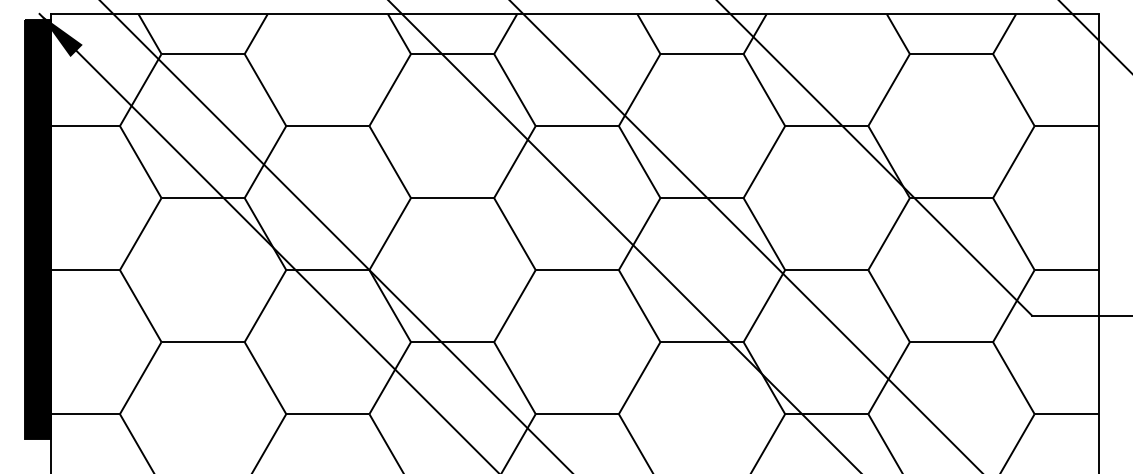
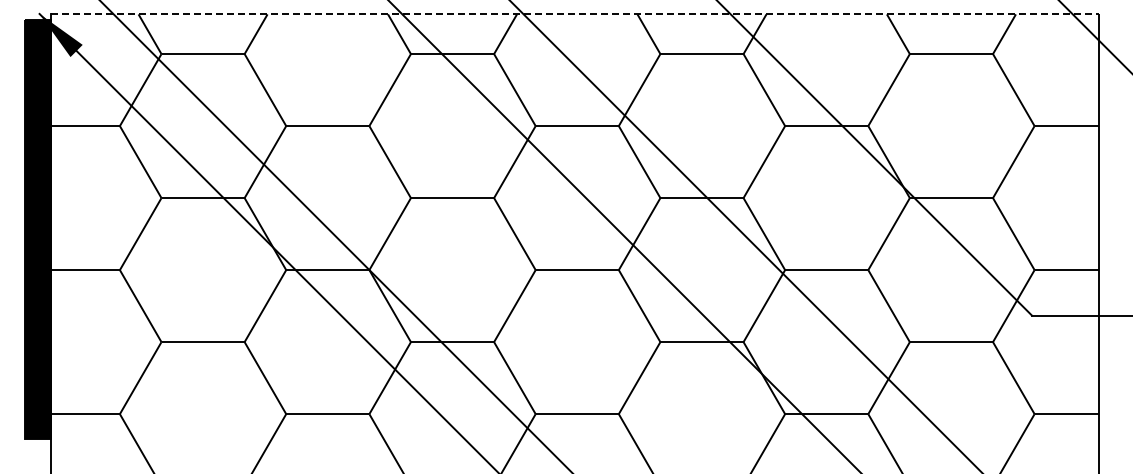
line at (575, 14): solid -> dashed
